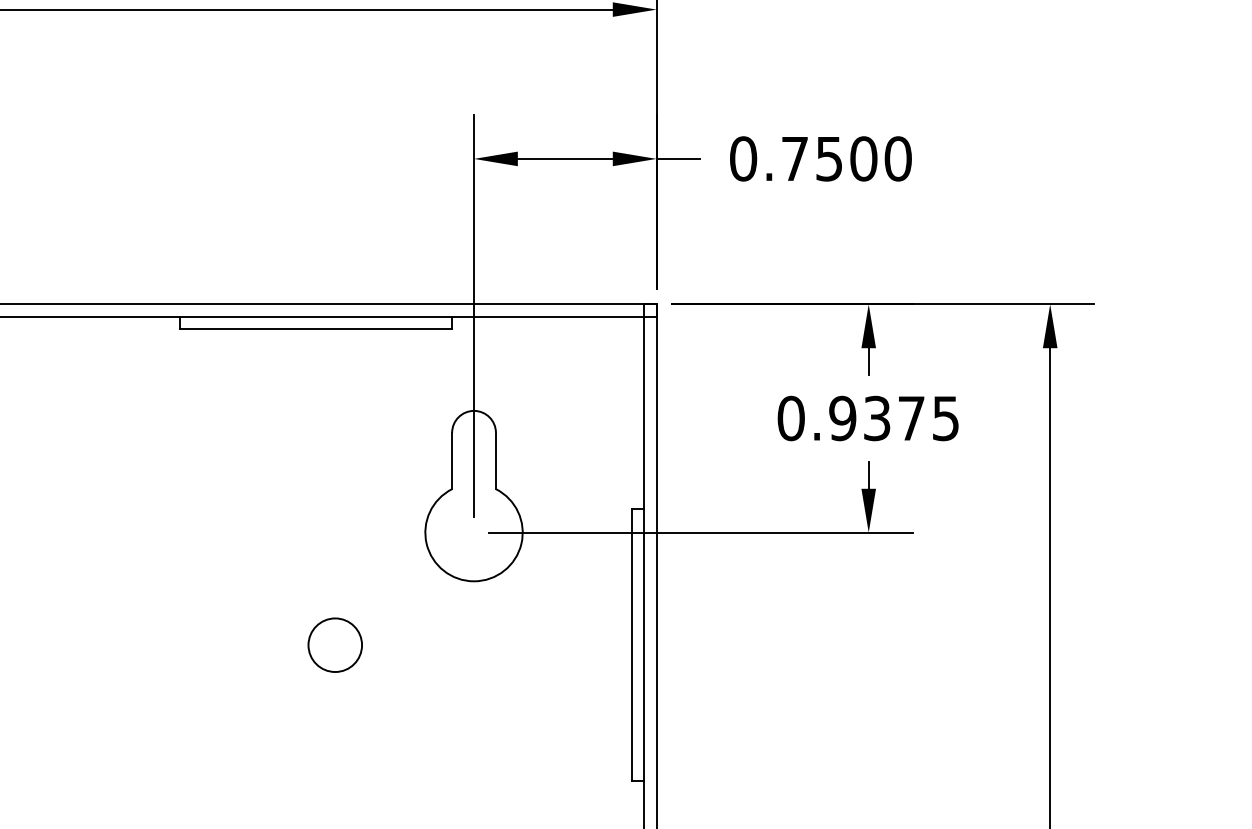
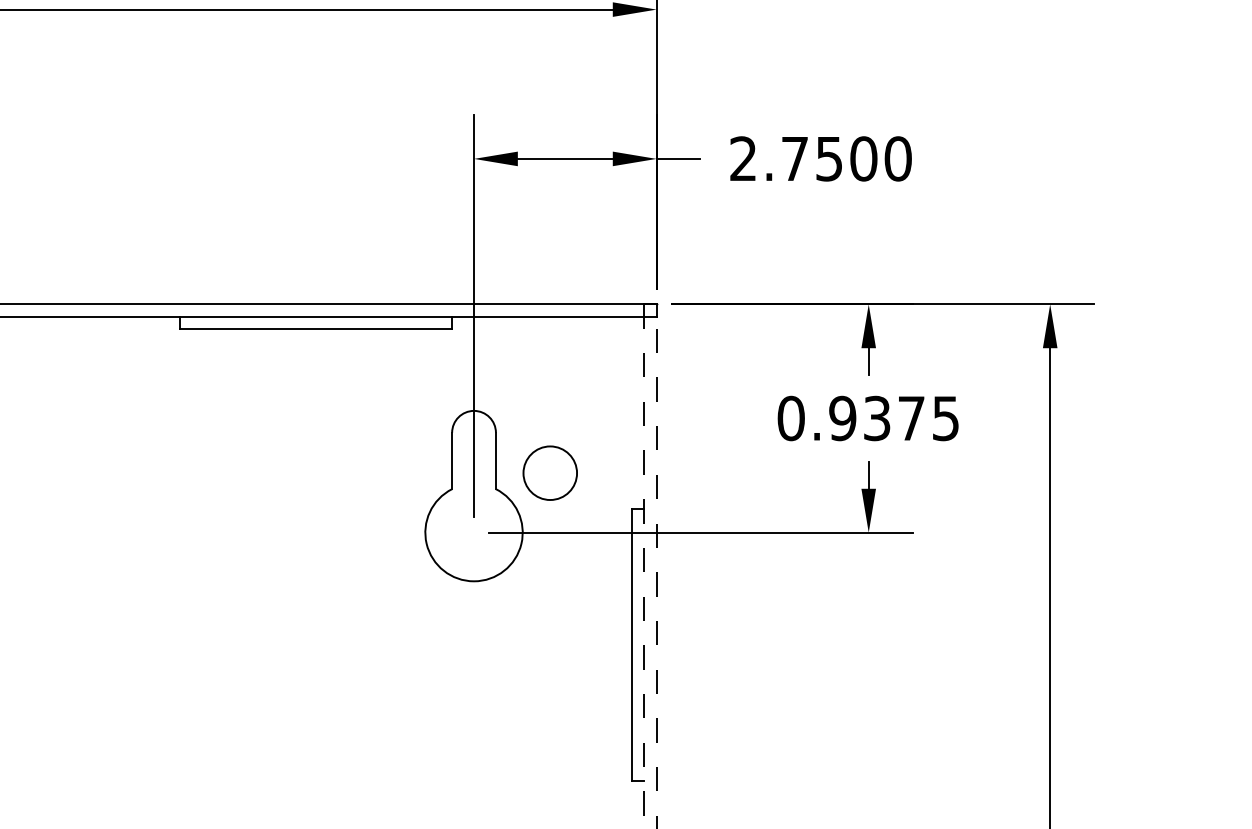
text at (743, 158): 0.7500 -> 2.7500
line at (644, 566): solid -> dashed
line at (656, 566): solid -> dashed
circle at (334, 644) position: (334, 644) -> (549, 472)
